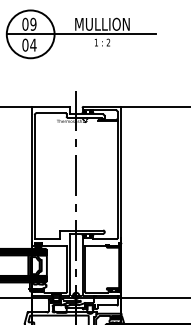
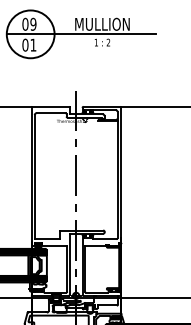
text at (33, 44): 04 -> 01
